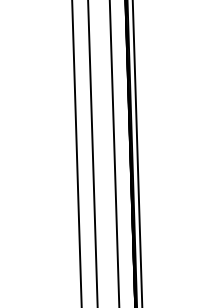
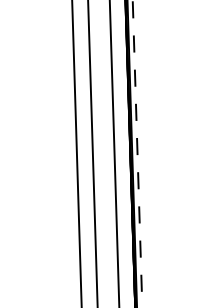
arc at (137, 154): solid -> dashed
